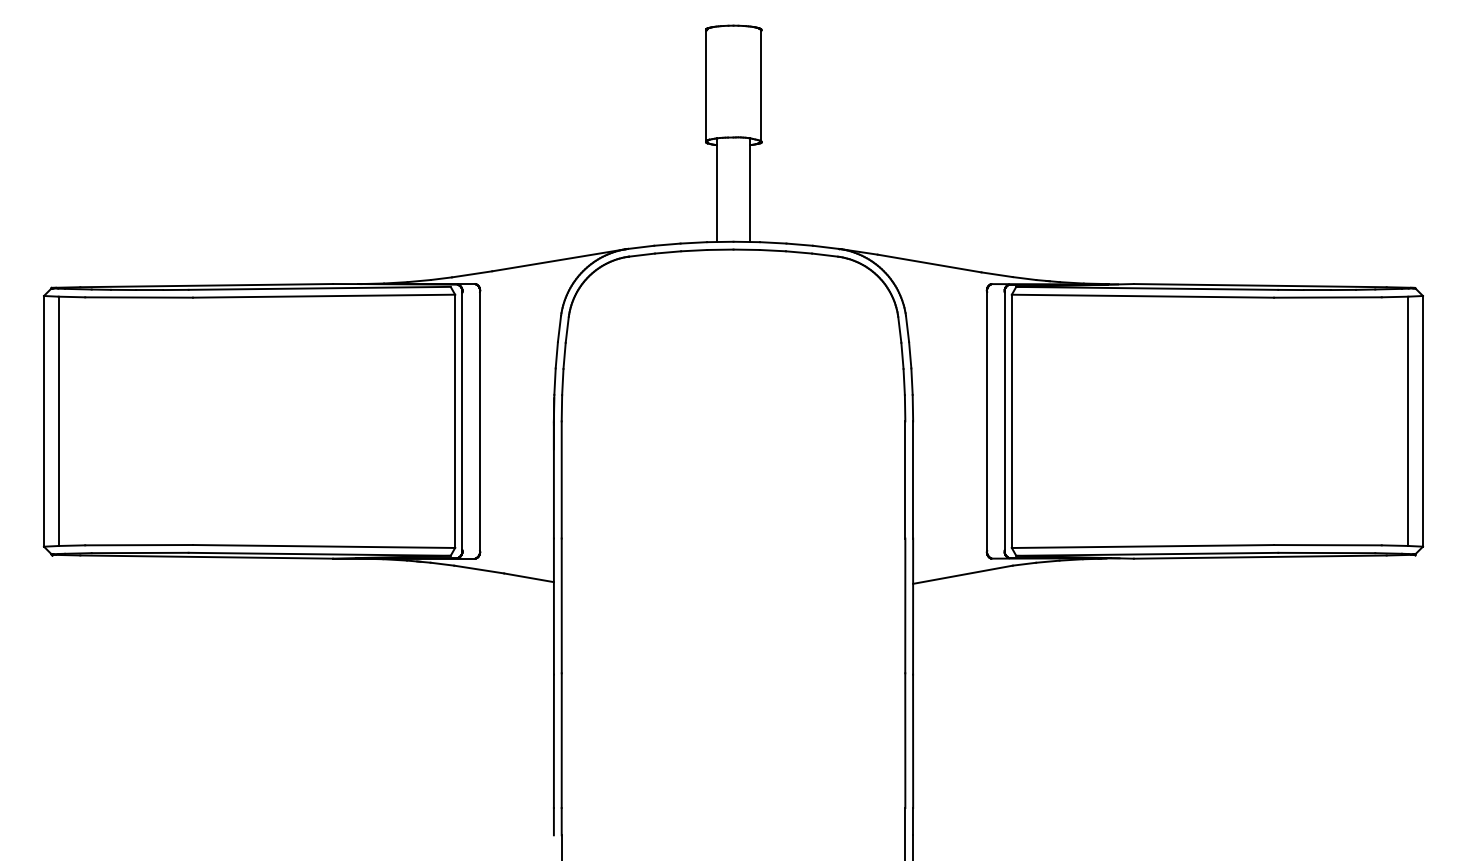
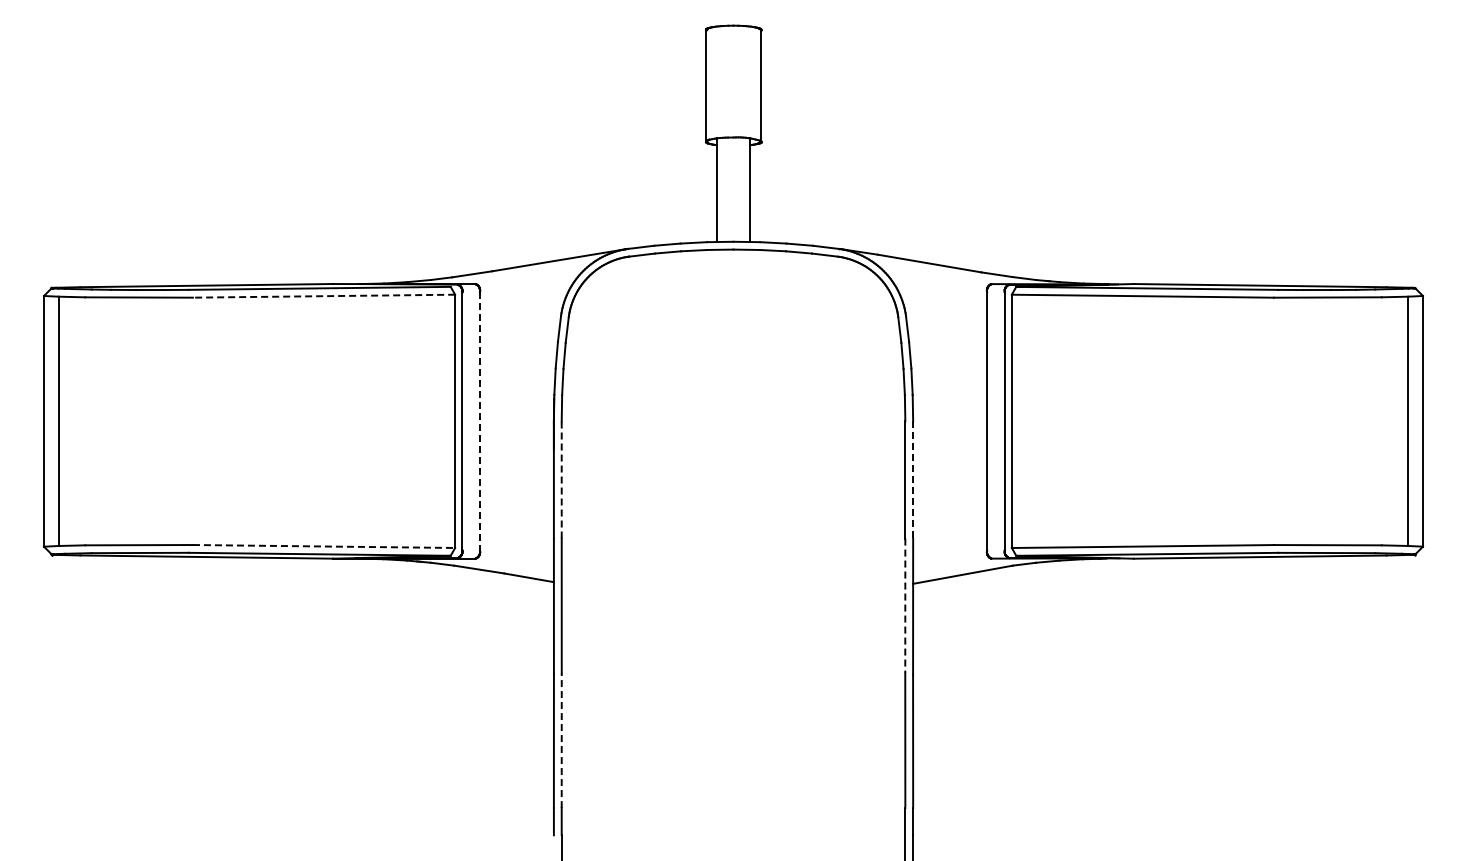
line at (323, 296): solid -> dashed
line at (479, 421): solid -> dashed
line at (561, 479): solid -> dashed
line at (913, 479): solid -> dashed
line at (324, 546): solid -> dashed
line at (905, 606): solid -> dashed
line at (561, 740): solid -> dashed
